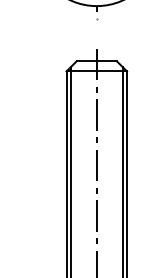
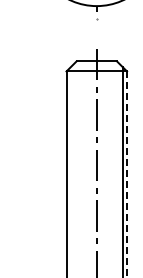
line at (70, 170): present -> none
line at (127, 175): solid -> dashed
